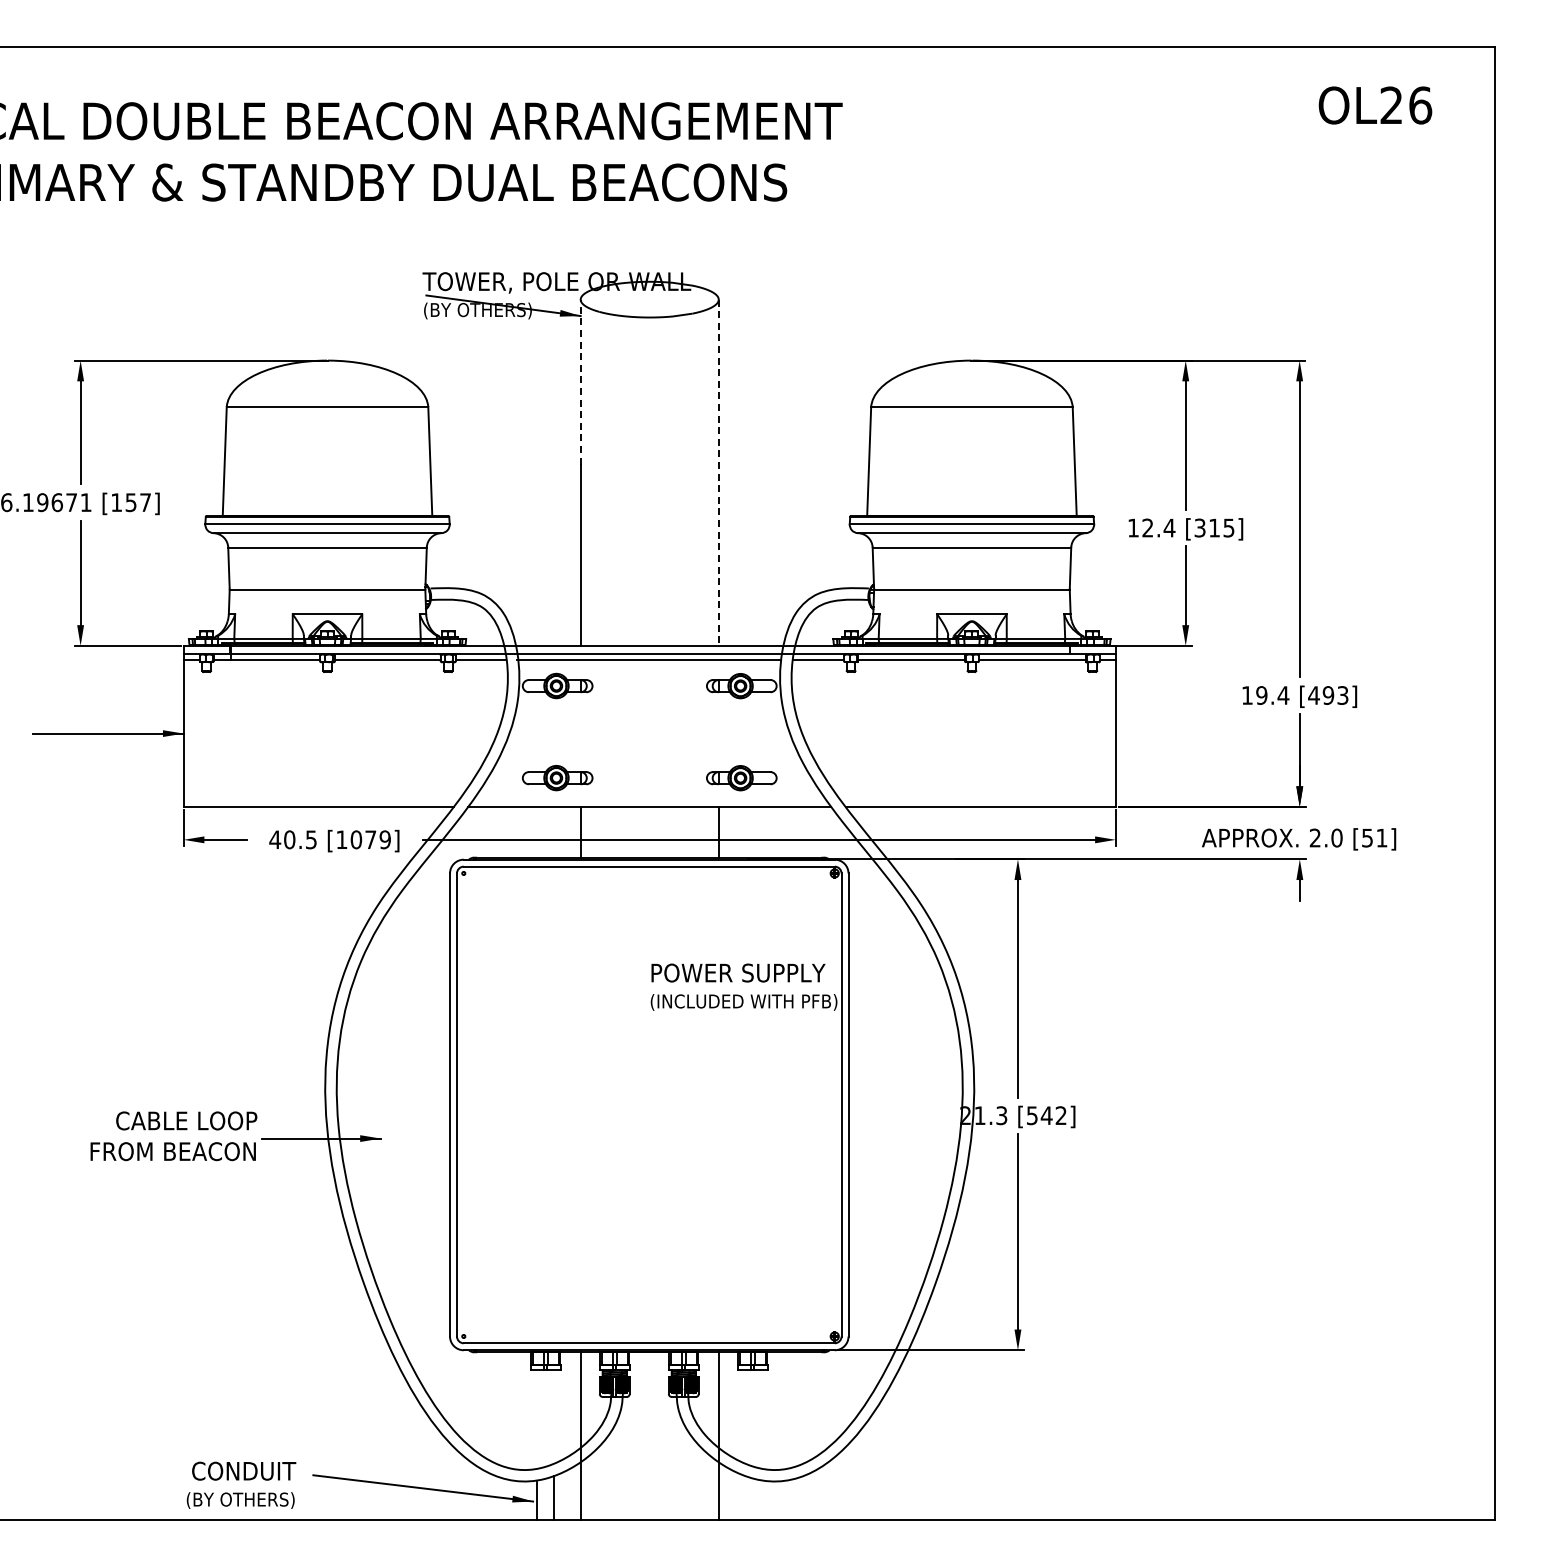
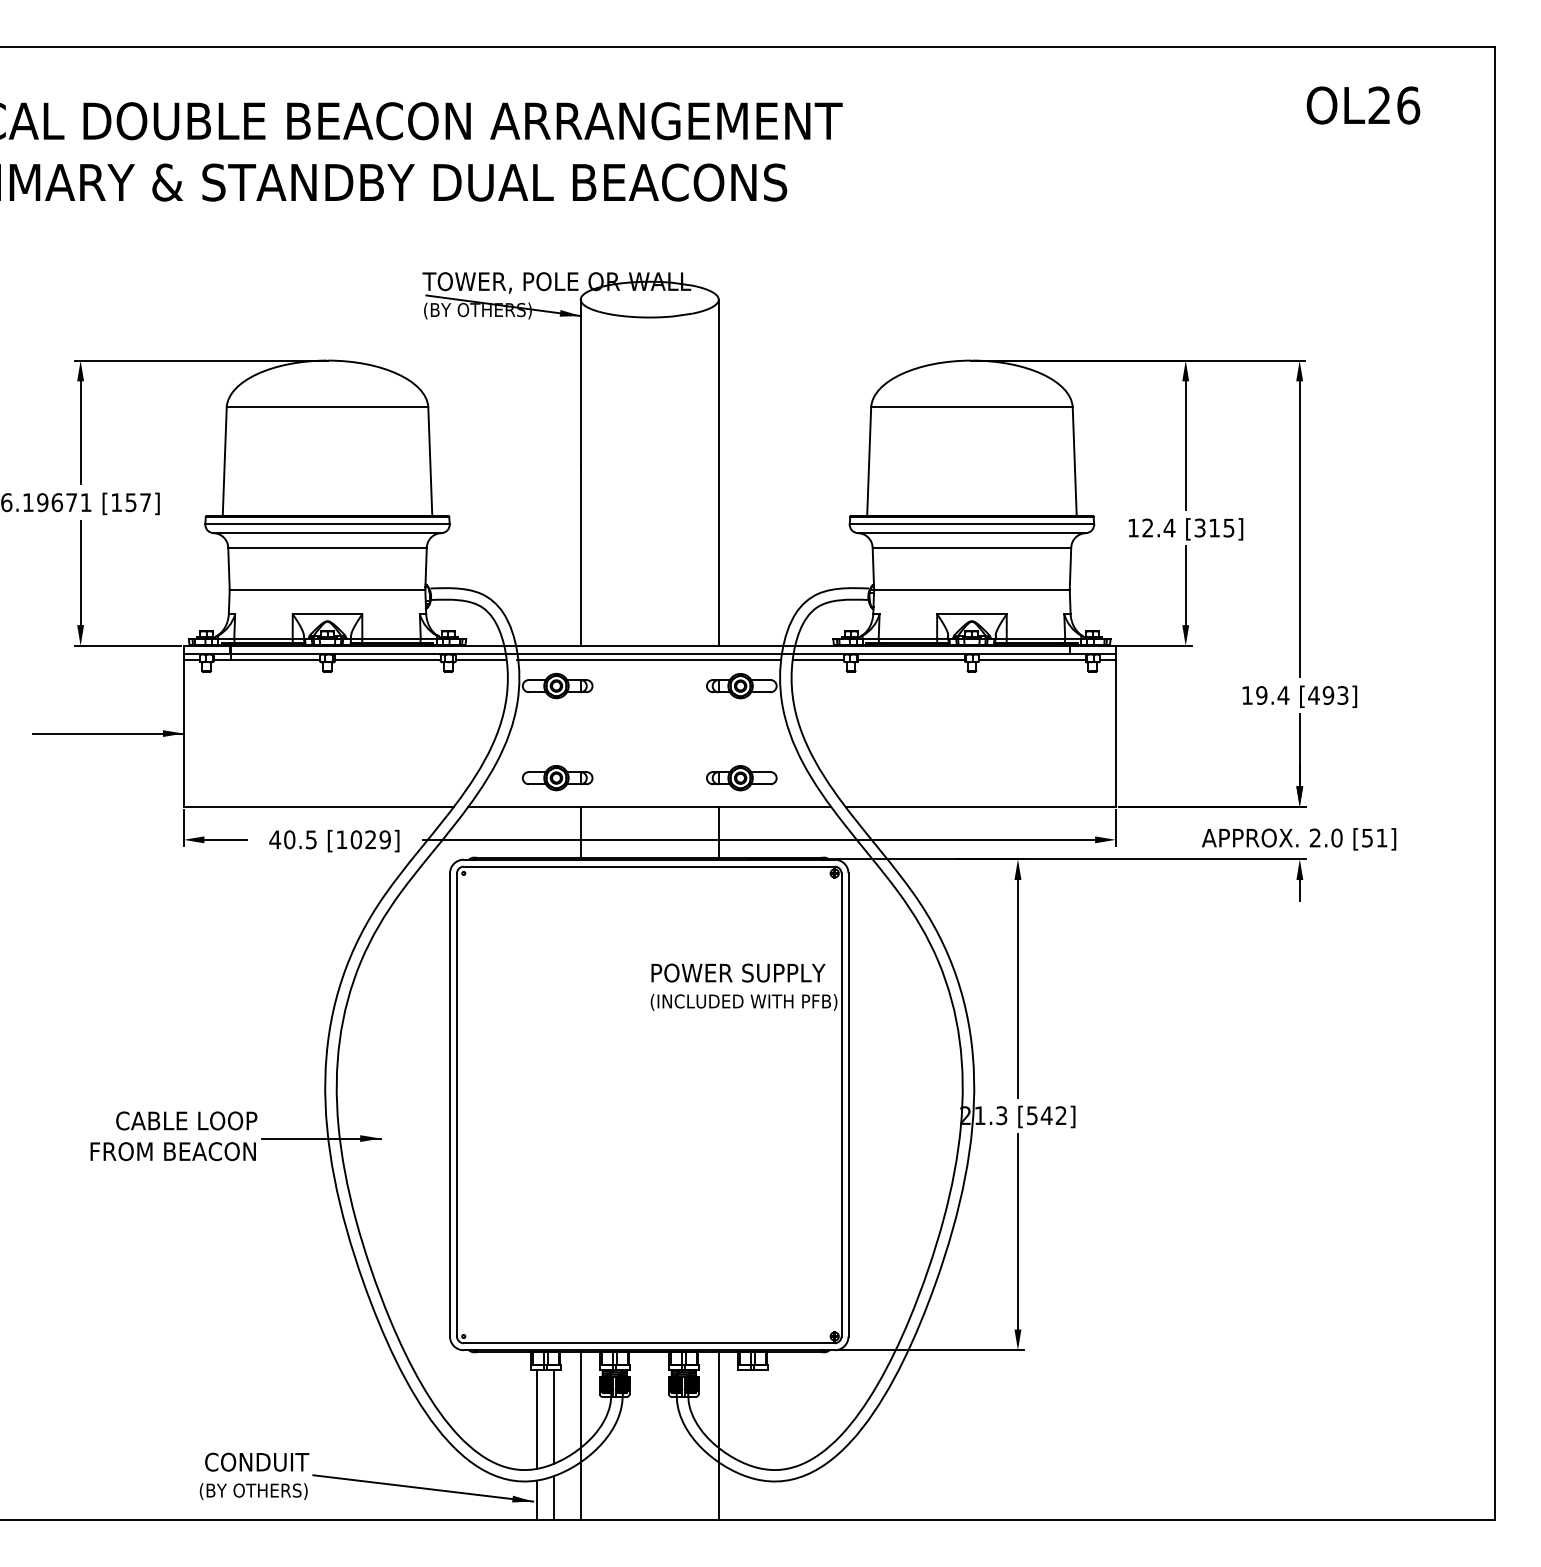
text at (1375, 105) position: (1375, 105) -> (1363, 105)
line at (580, 381): dashed -> solid
line at (718, 473): dashed -> solid
text at (370, 839): [1079] -> [1029]
line at (554, 1416): none -> present
line at (537, 1419): none -> present
text at (241, 1484) position: (241, 1484) -> (254, 1475)
